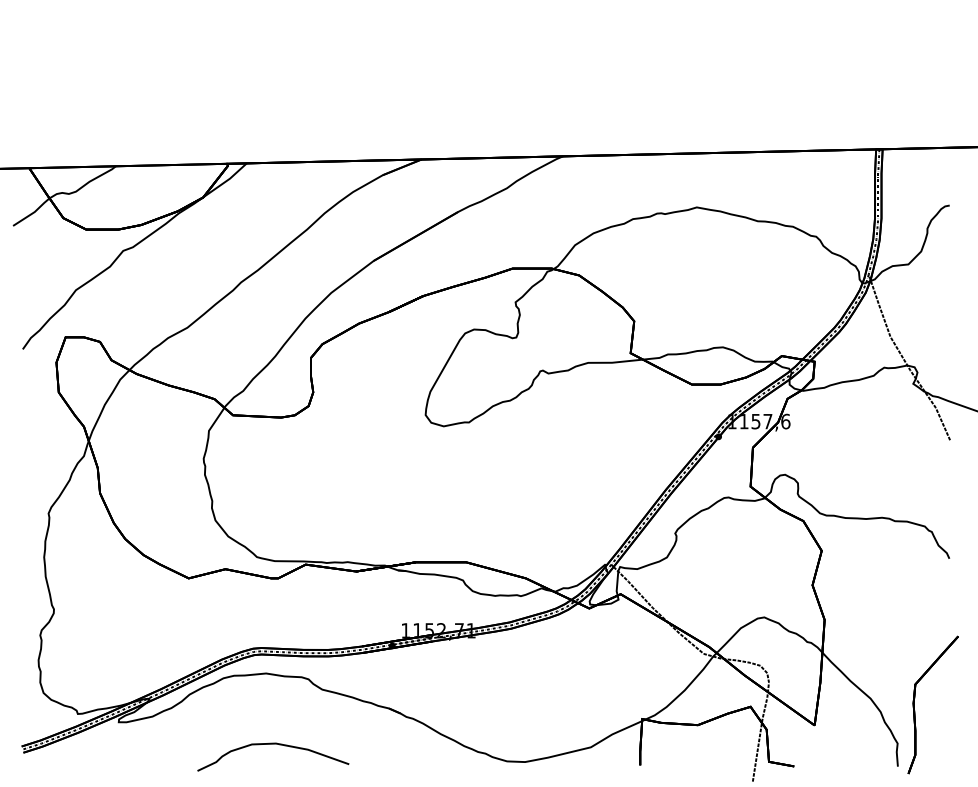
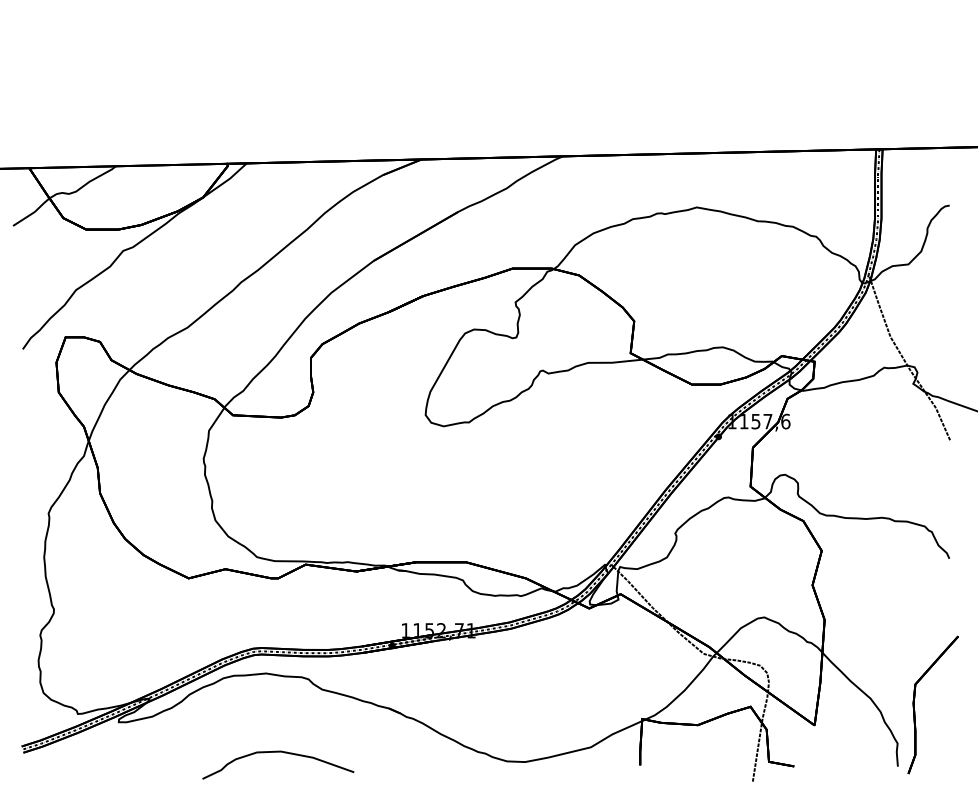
curve at (273, 744) position: (273, 744) -> (278, 752)
